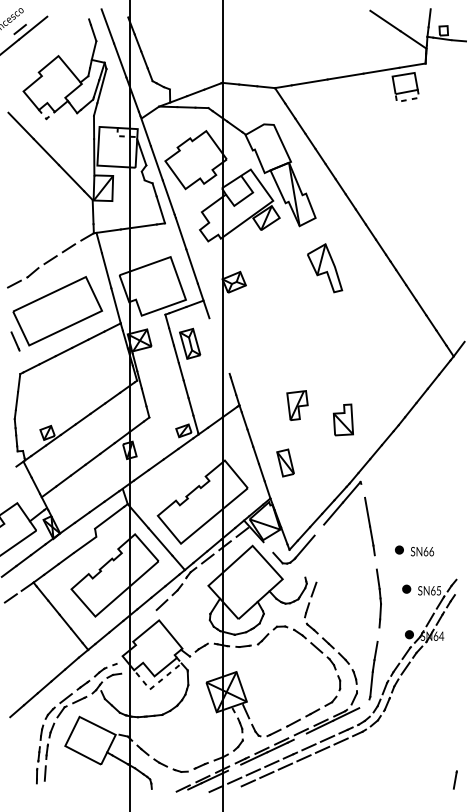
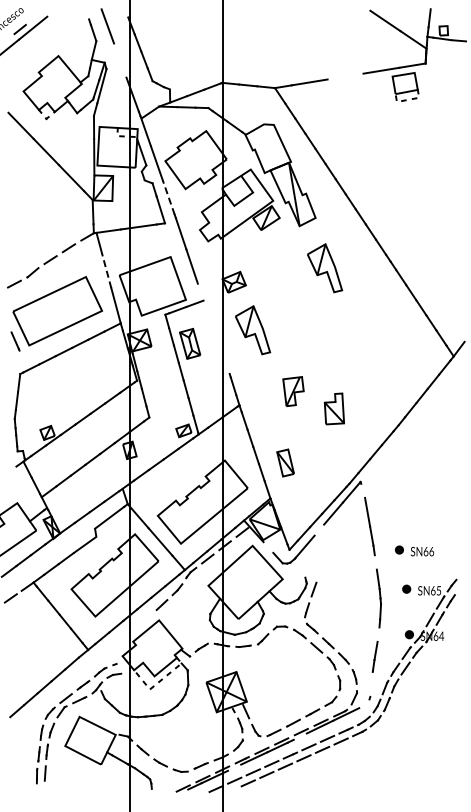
line at (120, 60): present -> none
line at (345, 76): present -> none
line at (168, 197): solid -> dashed
line at (106, 270): solid -> dashed
line at (203, 300): present -> none
part at (253, 330): none -> present
part at (297, 405) position: (297, 405) -> (293, 391)
part at (342, 419) position: (342, 419) -> (333, 408)
line at (371, 684): present -> none
line at (455, 779): present -> none
